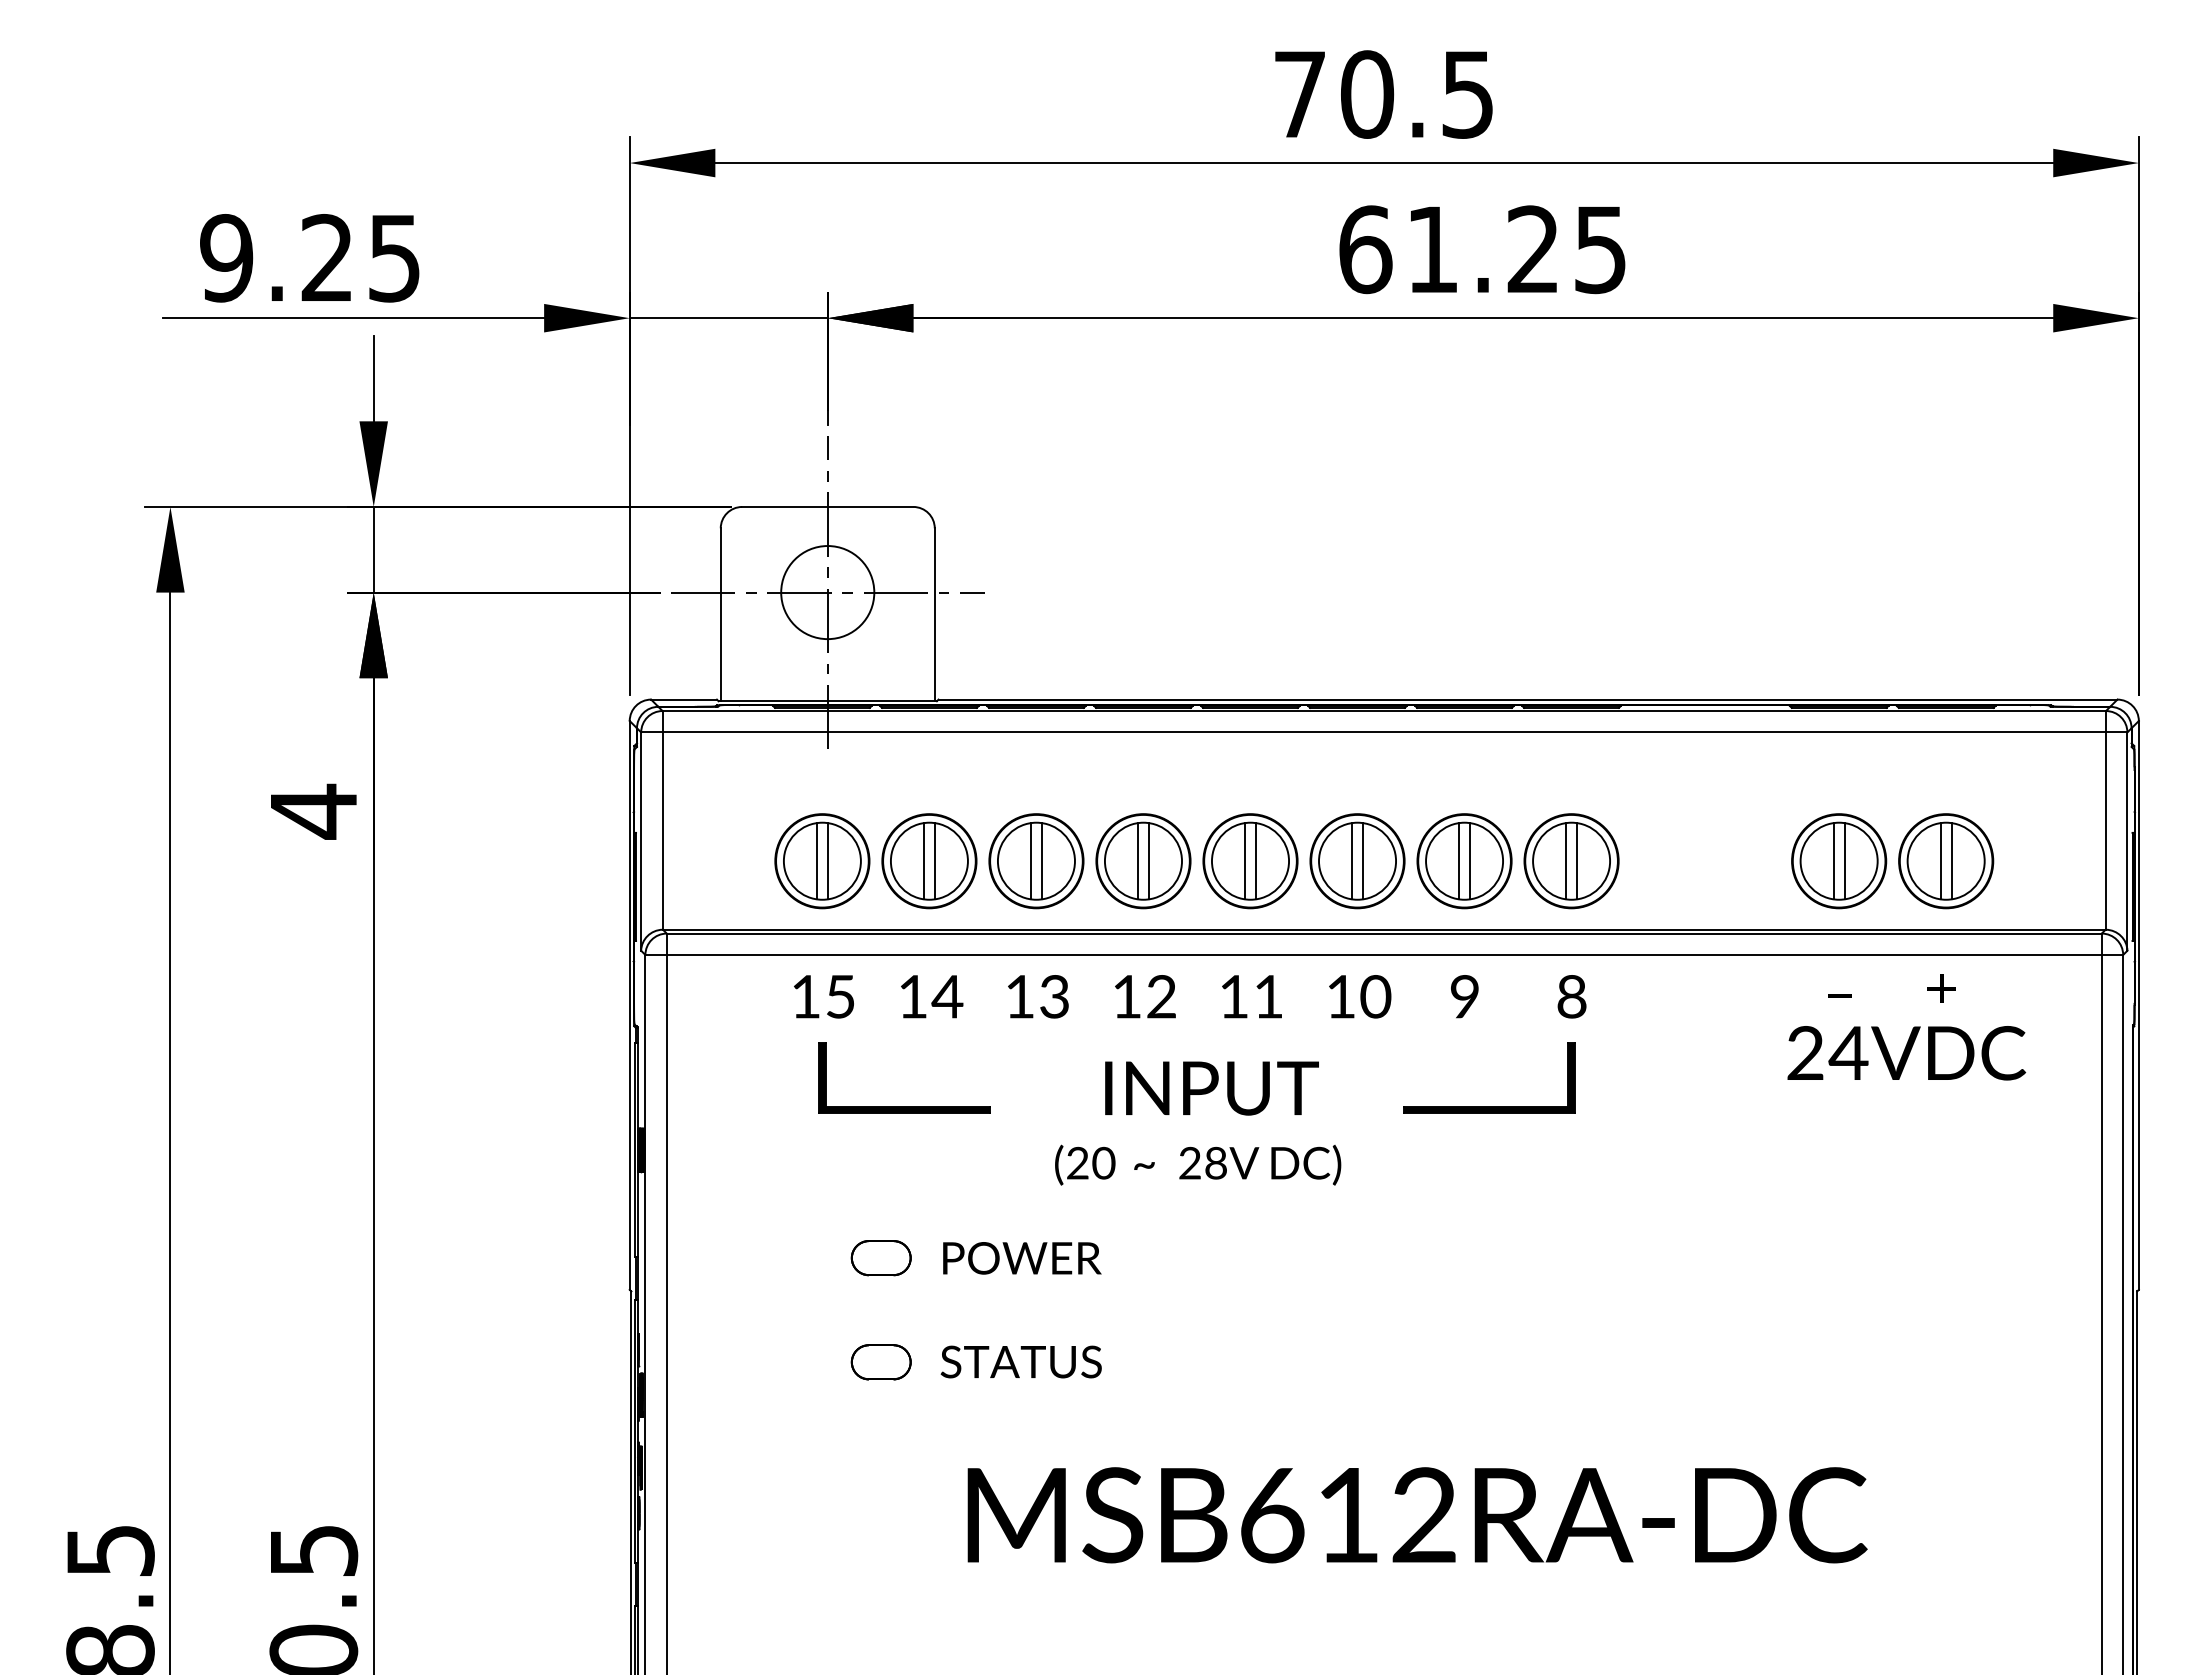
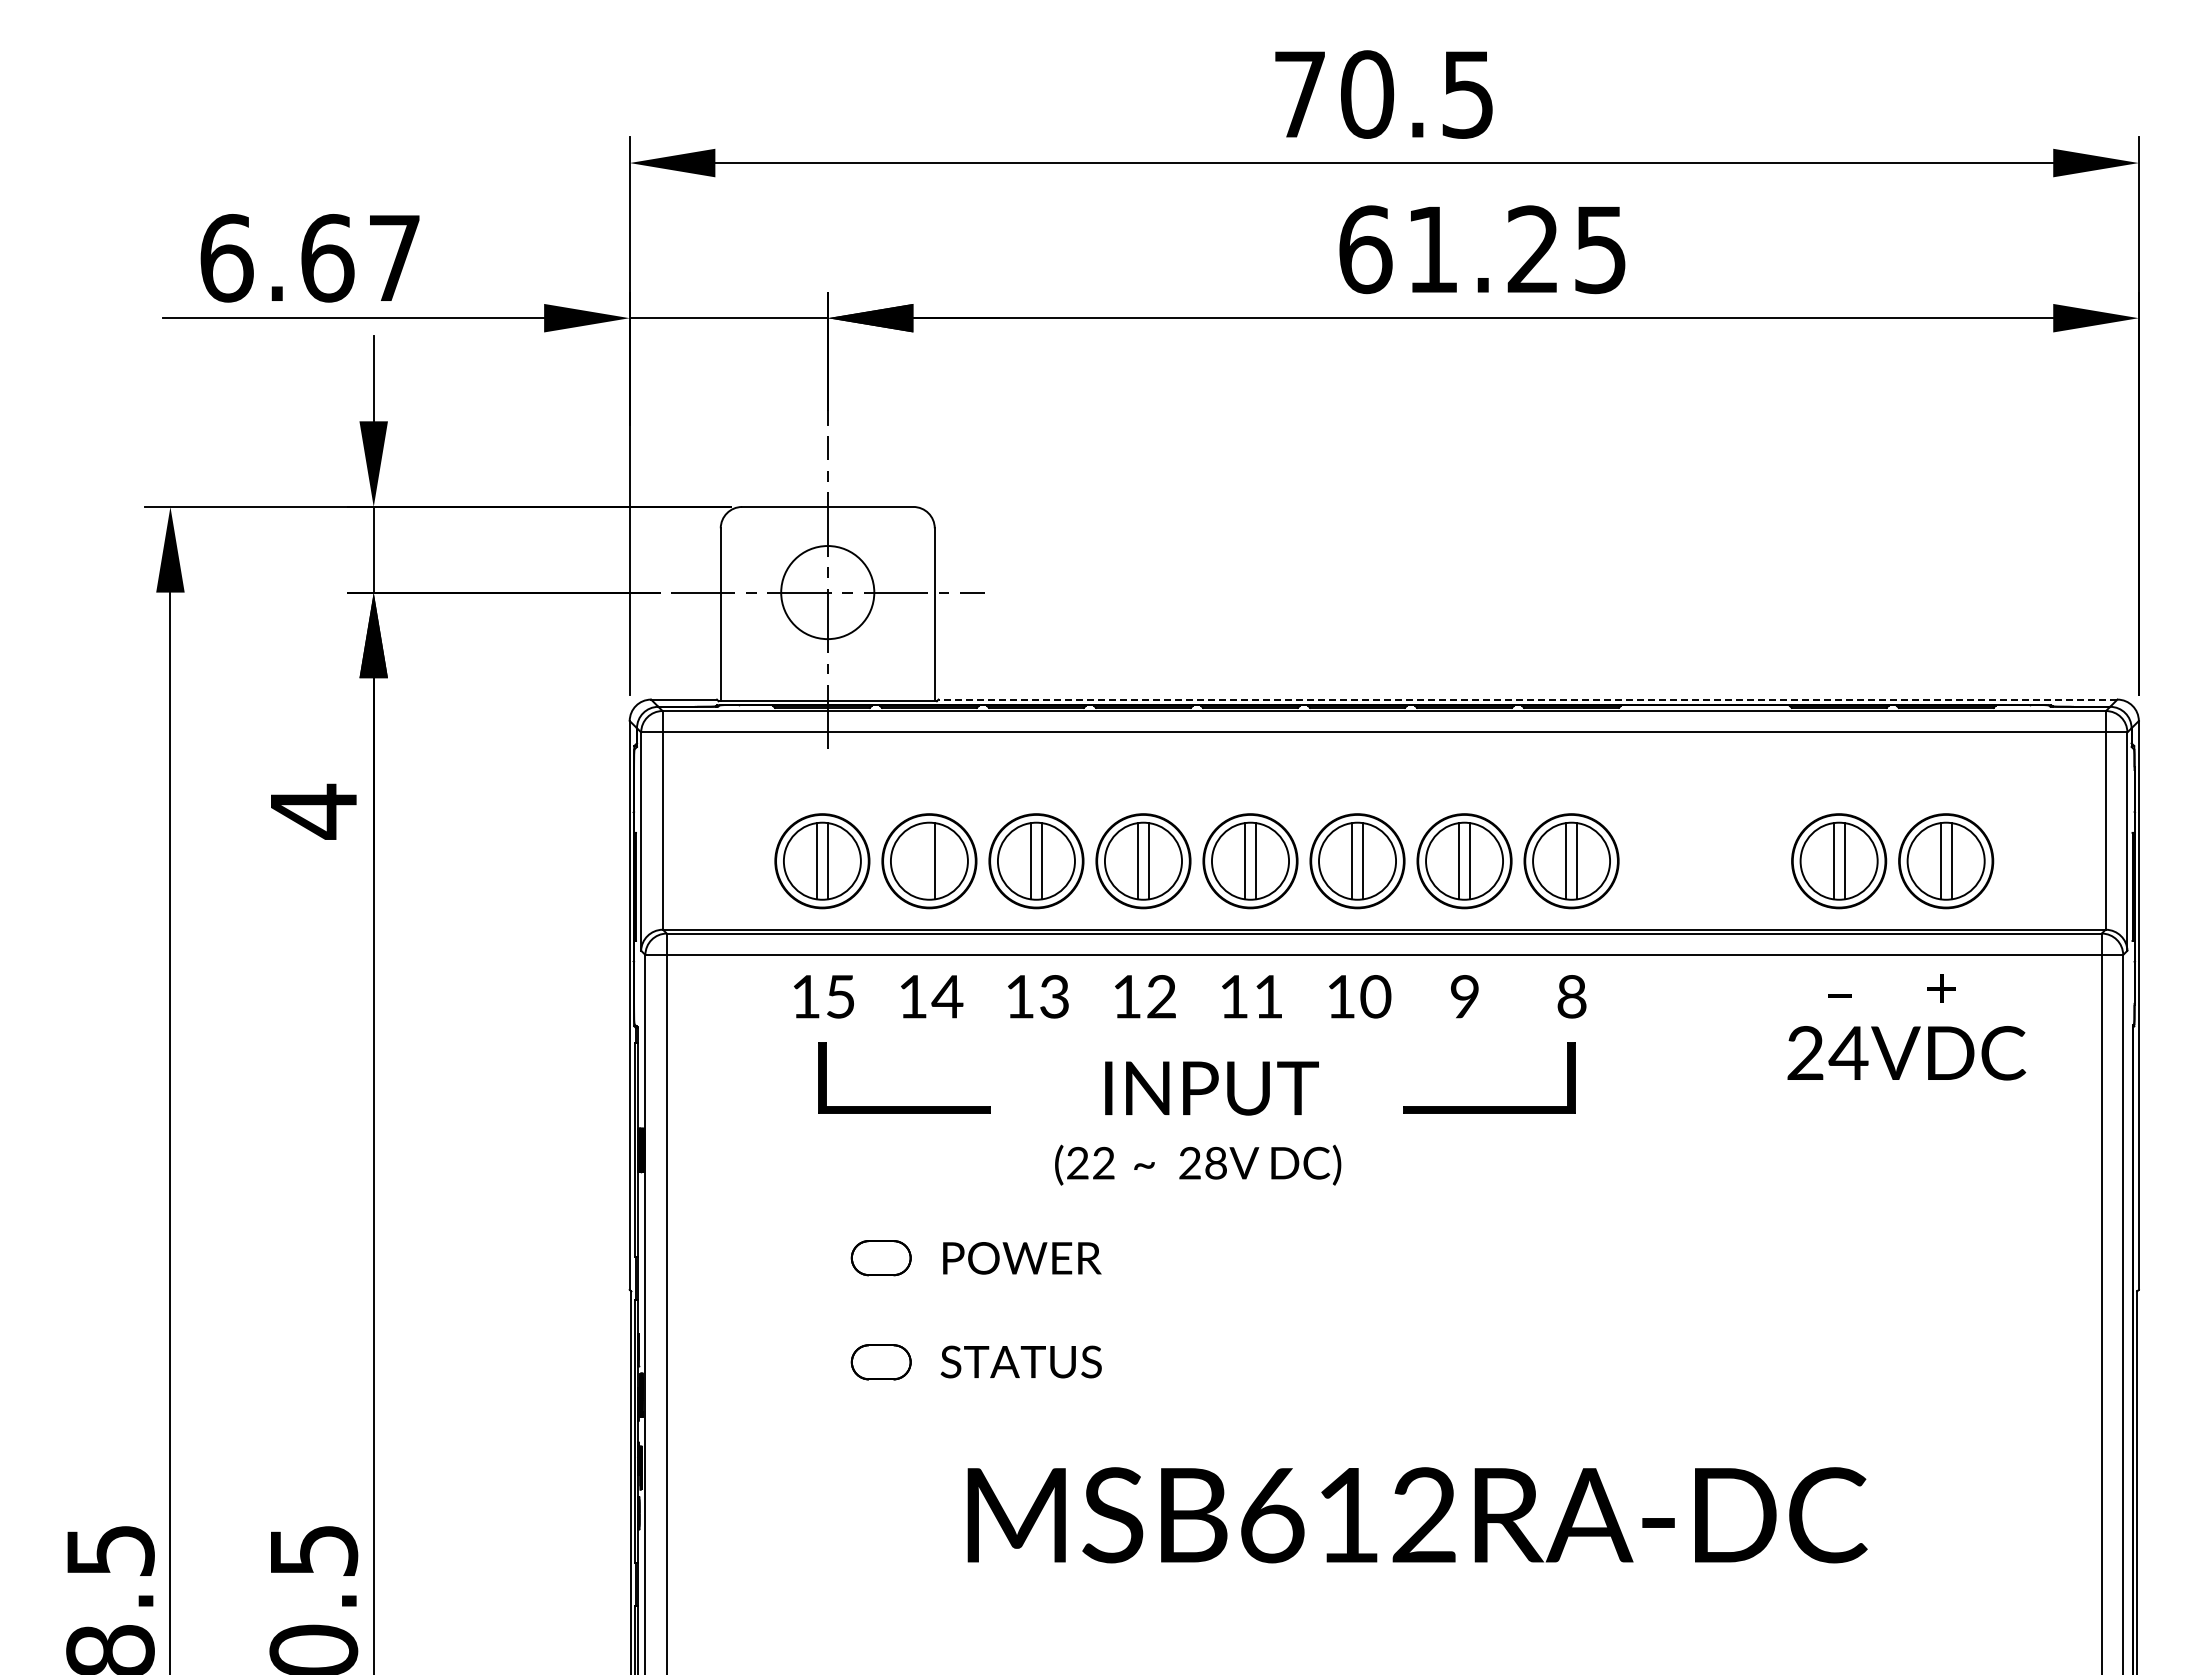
text at (309, 258): 9.25 -> 6.67
line at (1527, 699): solid -> dashed
line at (924, 861): present -> none
text at (1103, 1163): (20 -> (22
